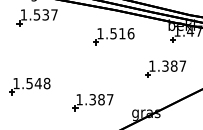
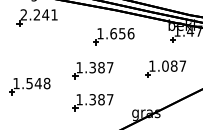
text at (38, 14): 1.537 -> 2.241
text at (117, 33): 1.516 -> 1.656
text at (165, 65): 1.387 -> 1.087
part at (92, 70): none -> present
